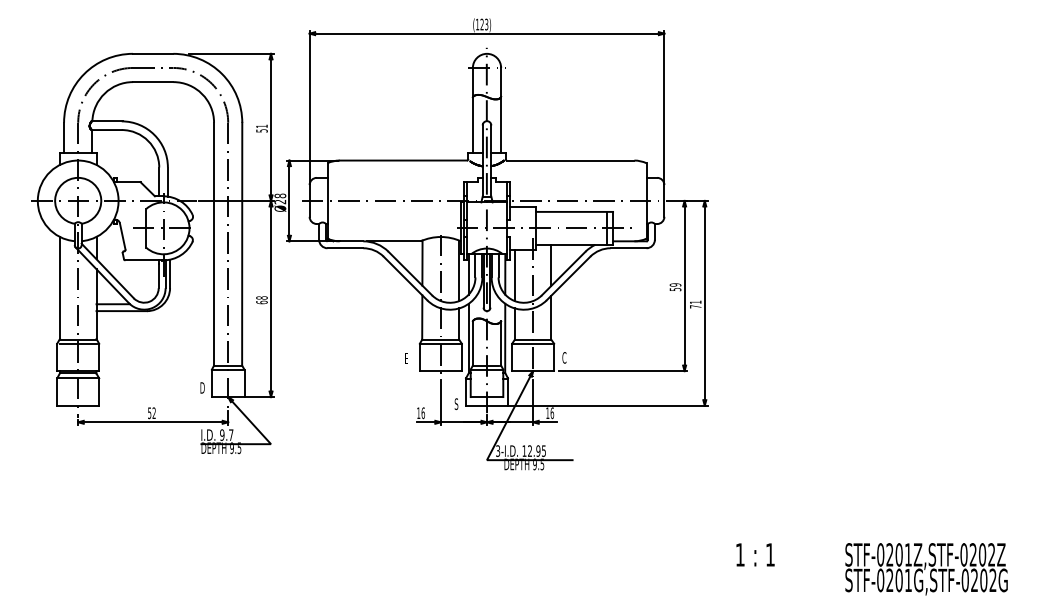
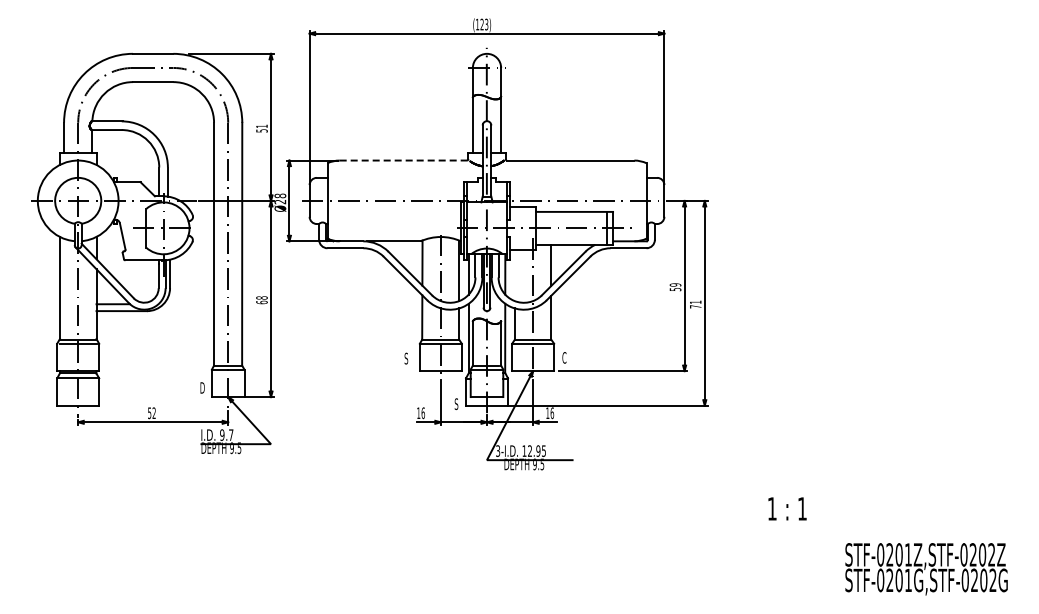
line at (403, 160): solid -> dashed
line at (514, 275): present -> none
text at (406, 358): E -> S
text at (755, 554) position: (755, 554) -> (787, 508)
